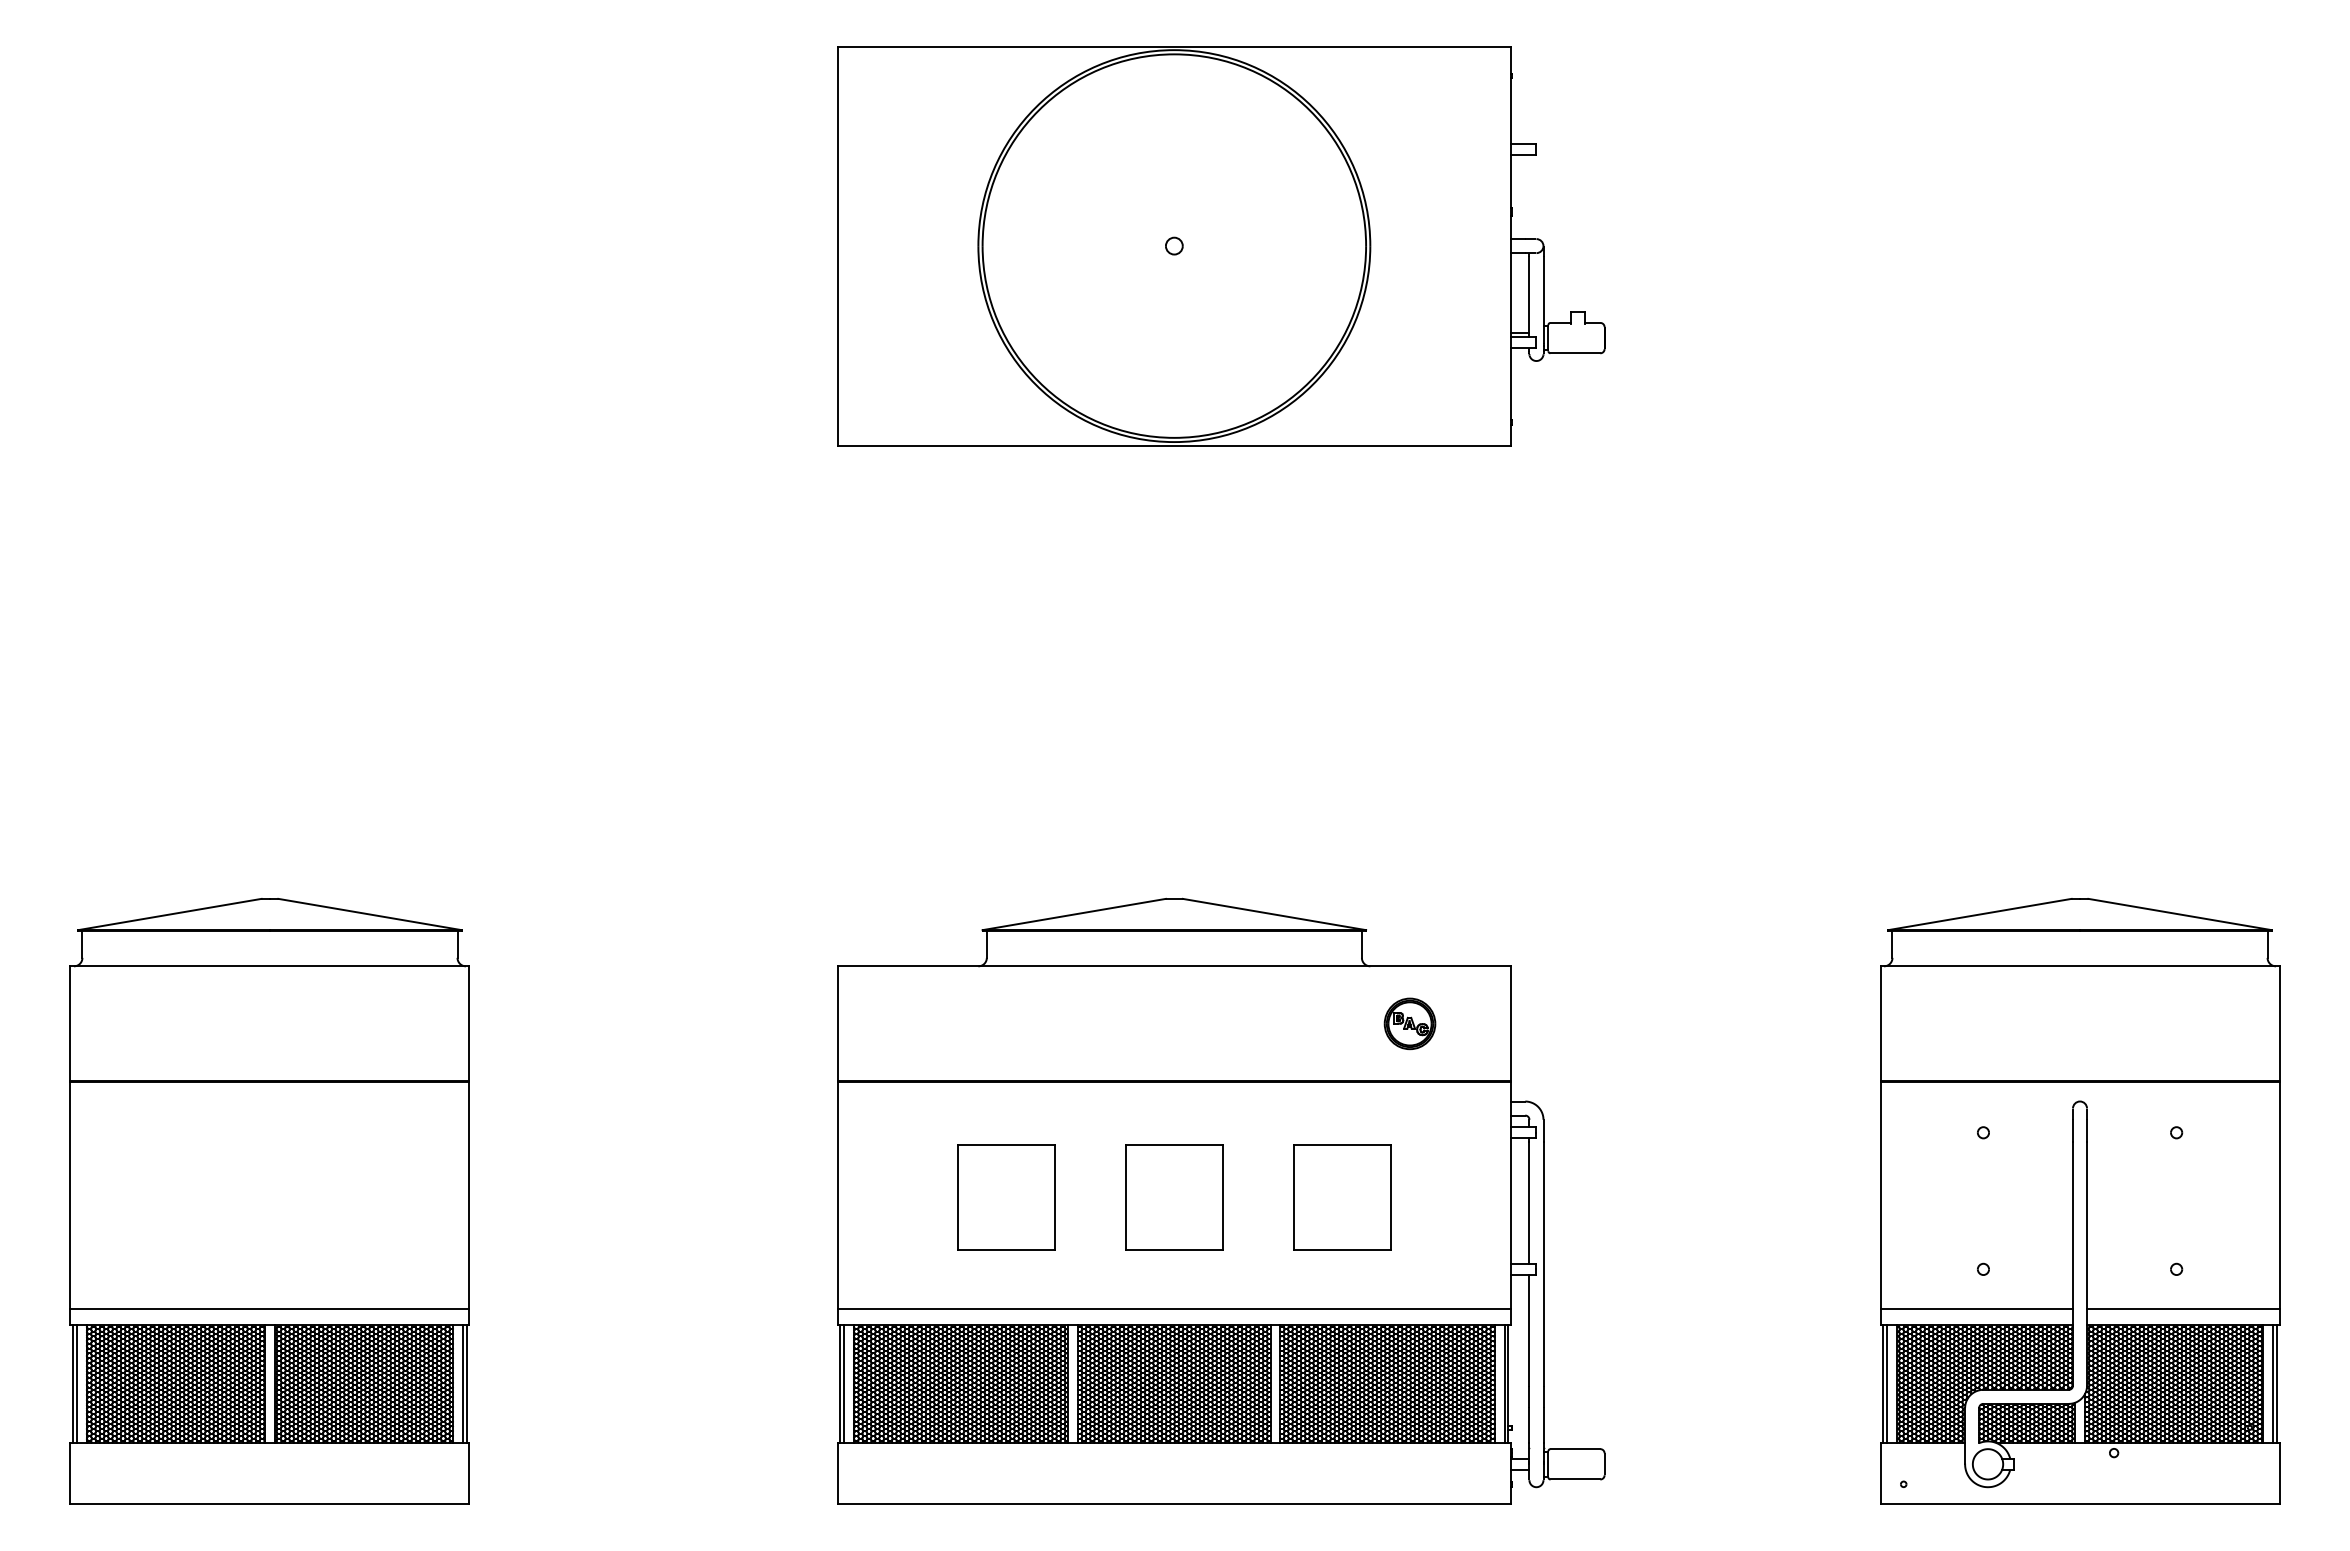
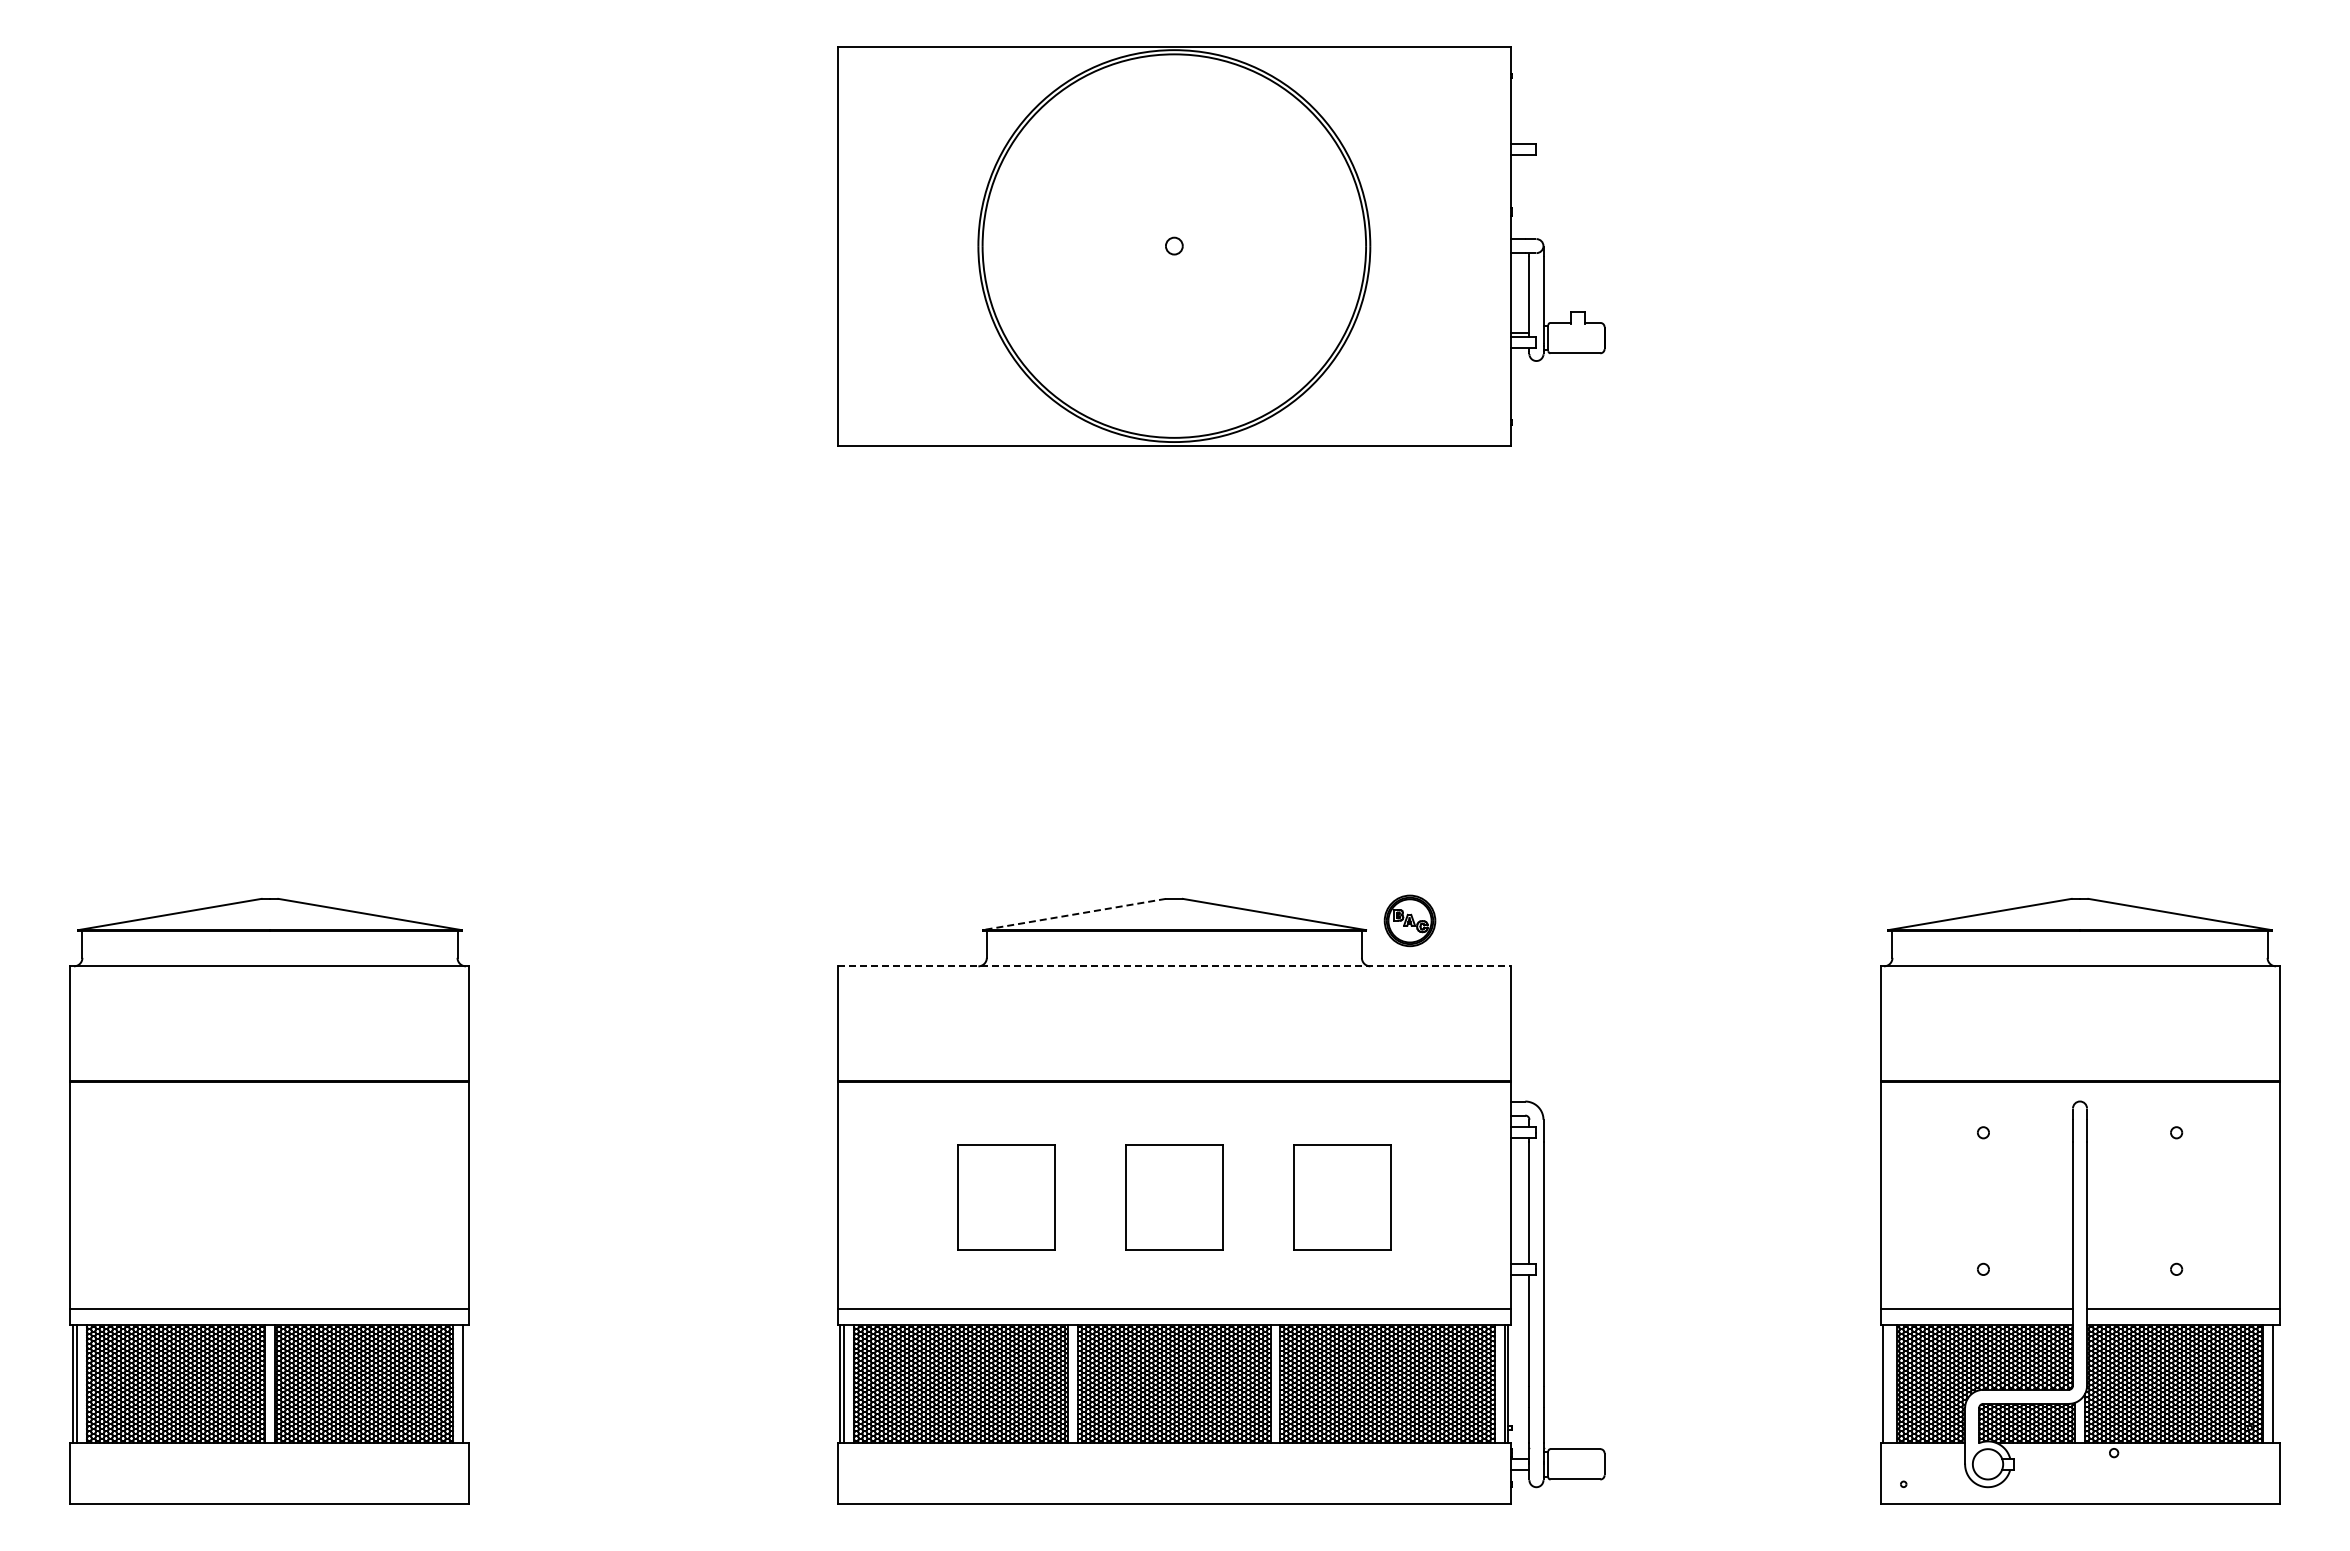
line at (1074, 914): solid -> dashed
line at (1174, 966): solid -> dashed
part at (1409, 1023) position: (1409, 1023) -> (1409, 920)
line at (466, 1384): present -> none
line at (1887, 1384): present -> none
line at (2276, 1384): present -> none
